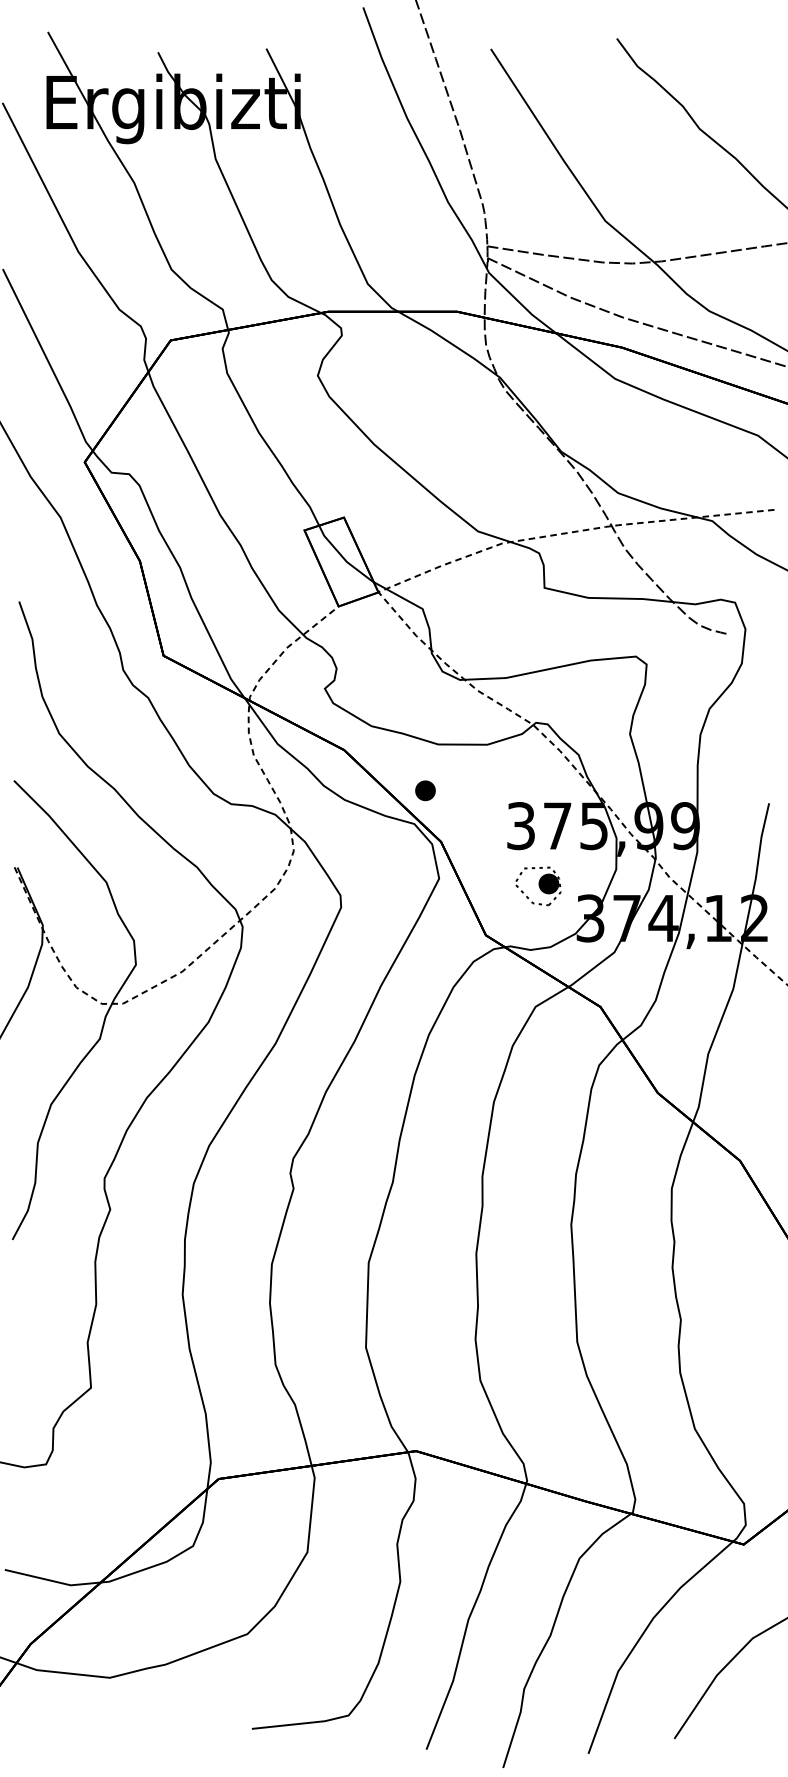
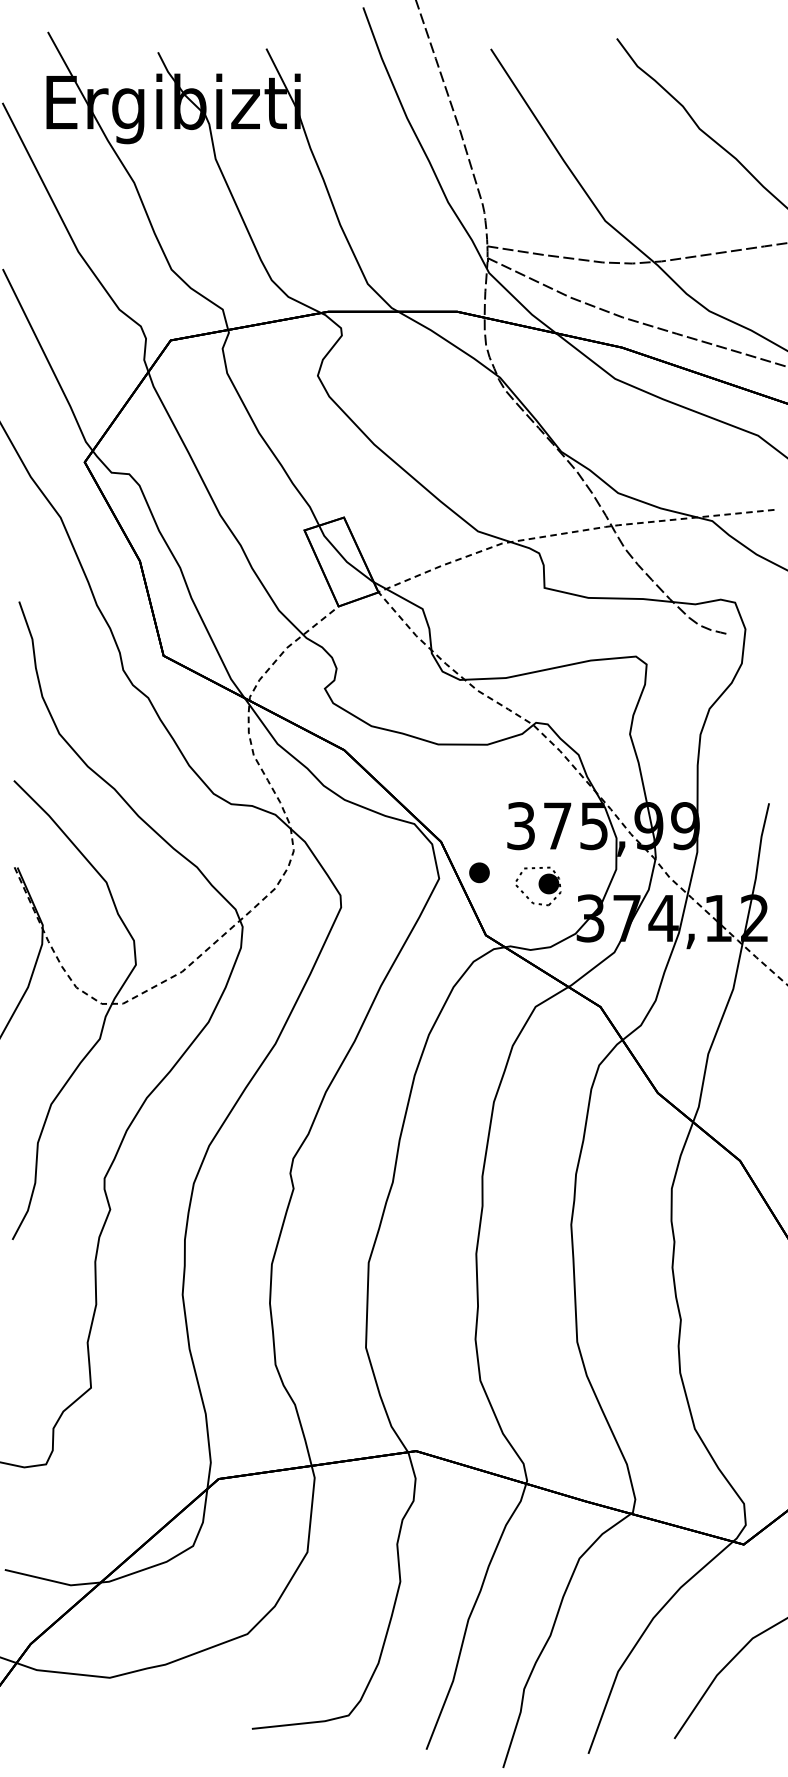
part at (425, 790) position: (425, 790) -> (479, 872)
